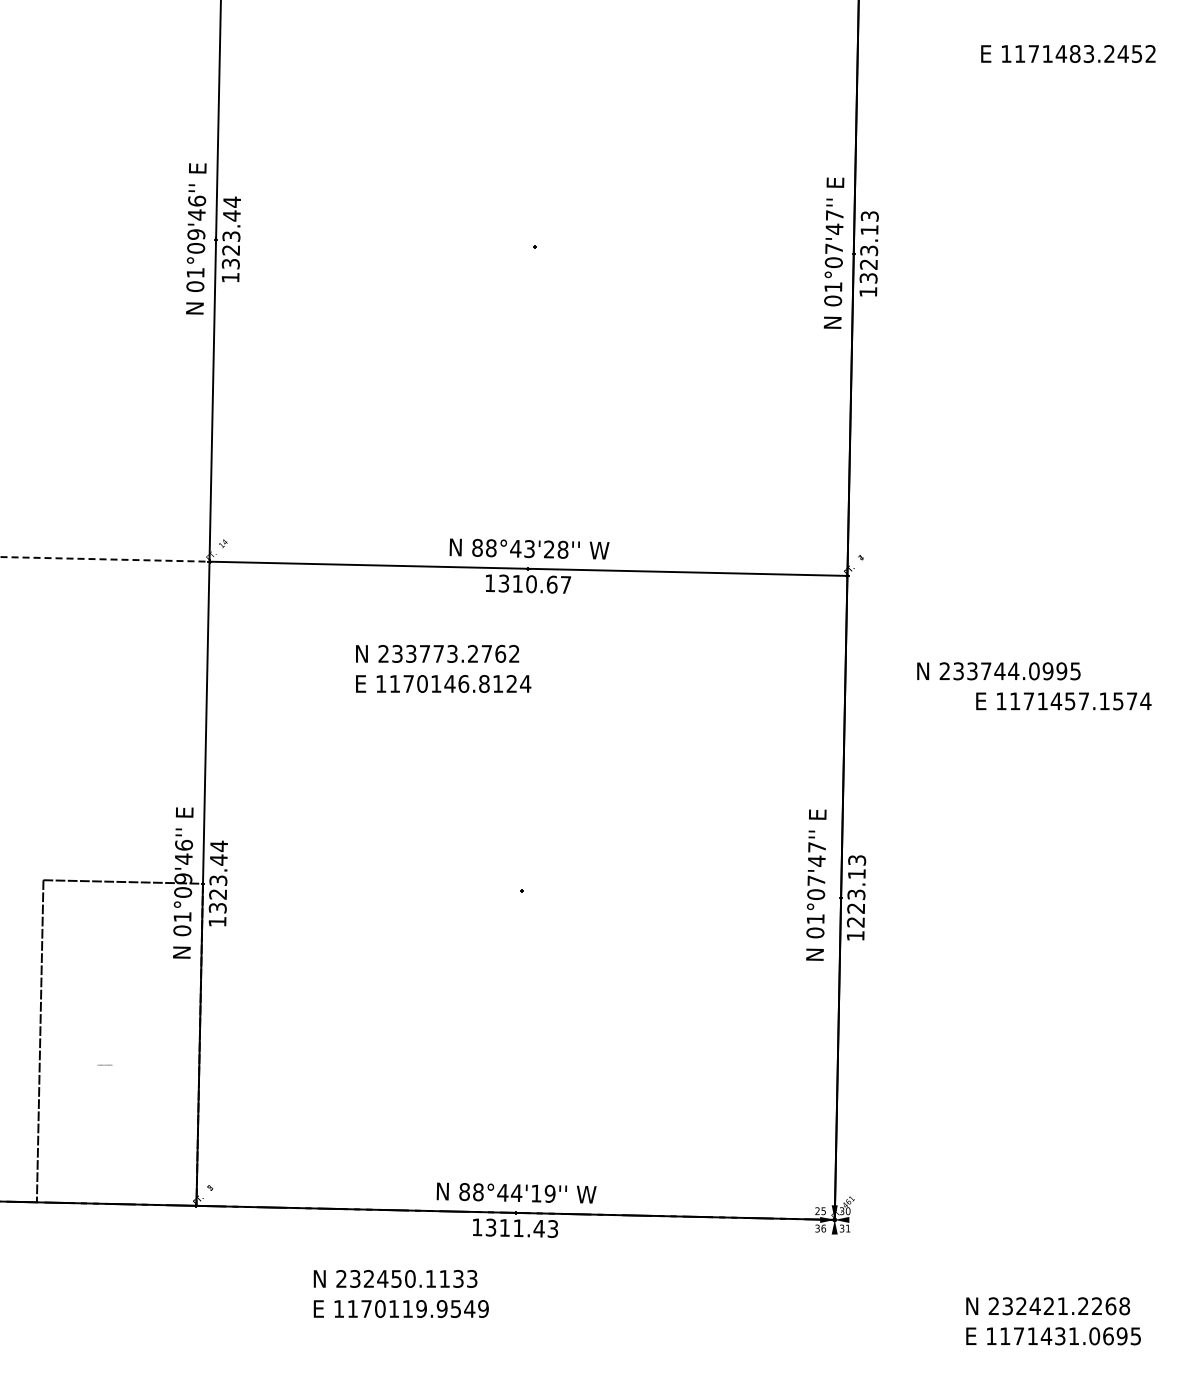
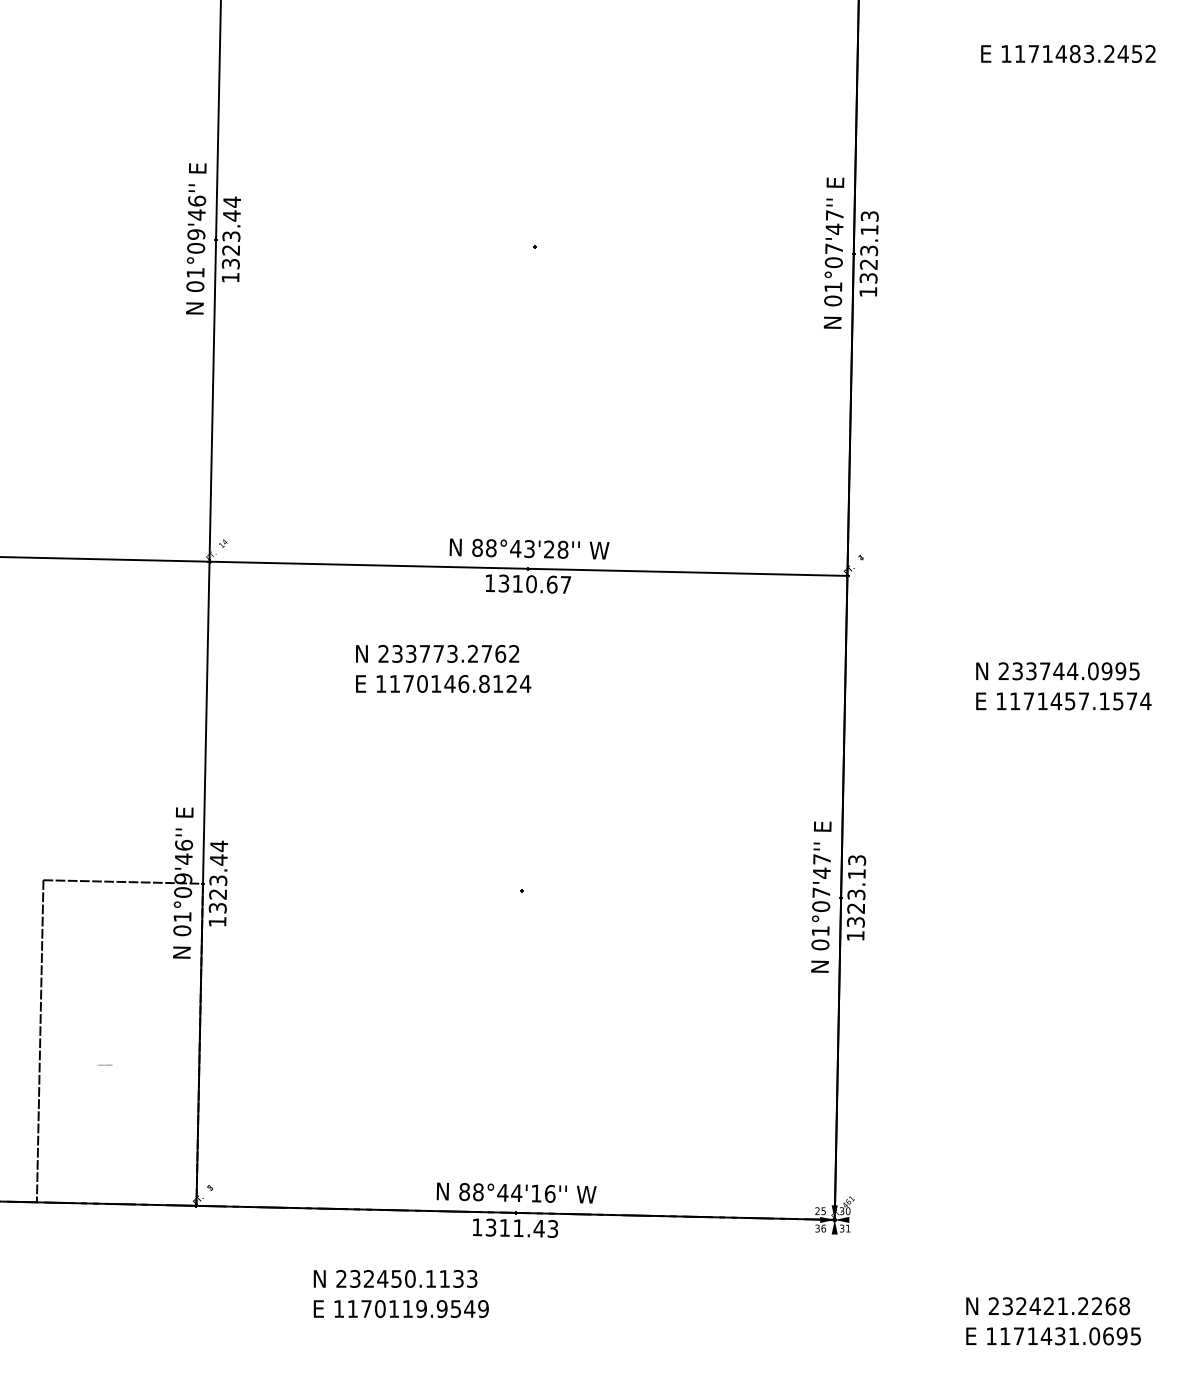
line at (105, 559): dashed -> solid
text at (998, 671) position: (998, 671) -> (1057, 671)
text at (816, 884) position: (816, 884) -> (821, 896)
text at (855, 922): 1223.13 -> 1323.13
text at (549, 1193): 88°44'19'' -> 88°44'16''
